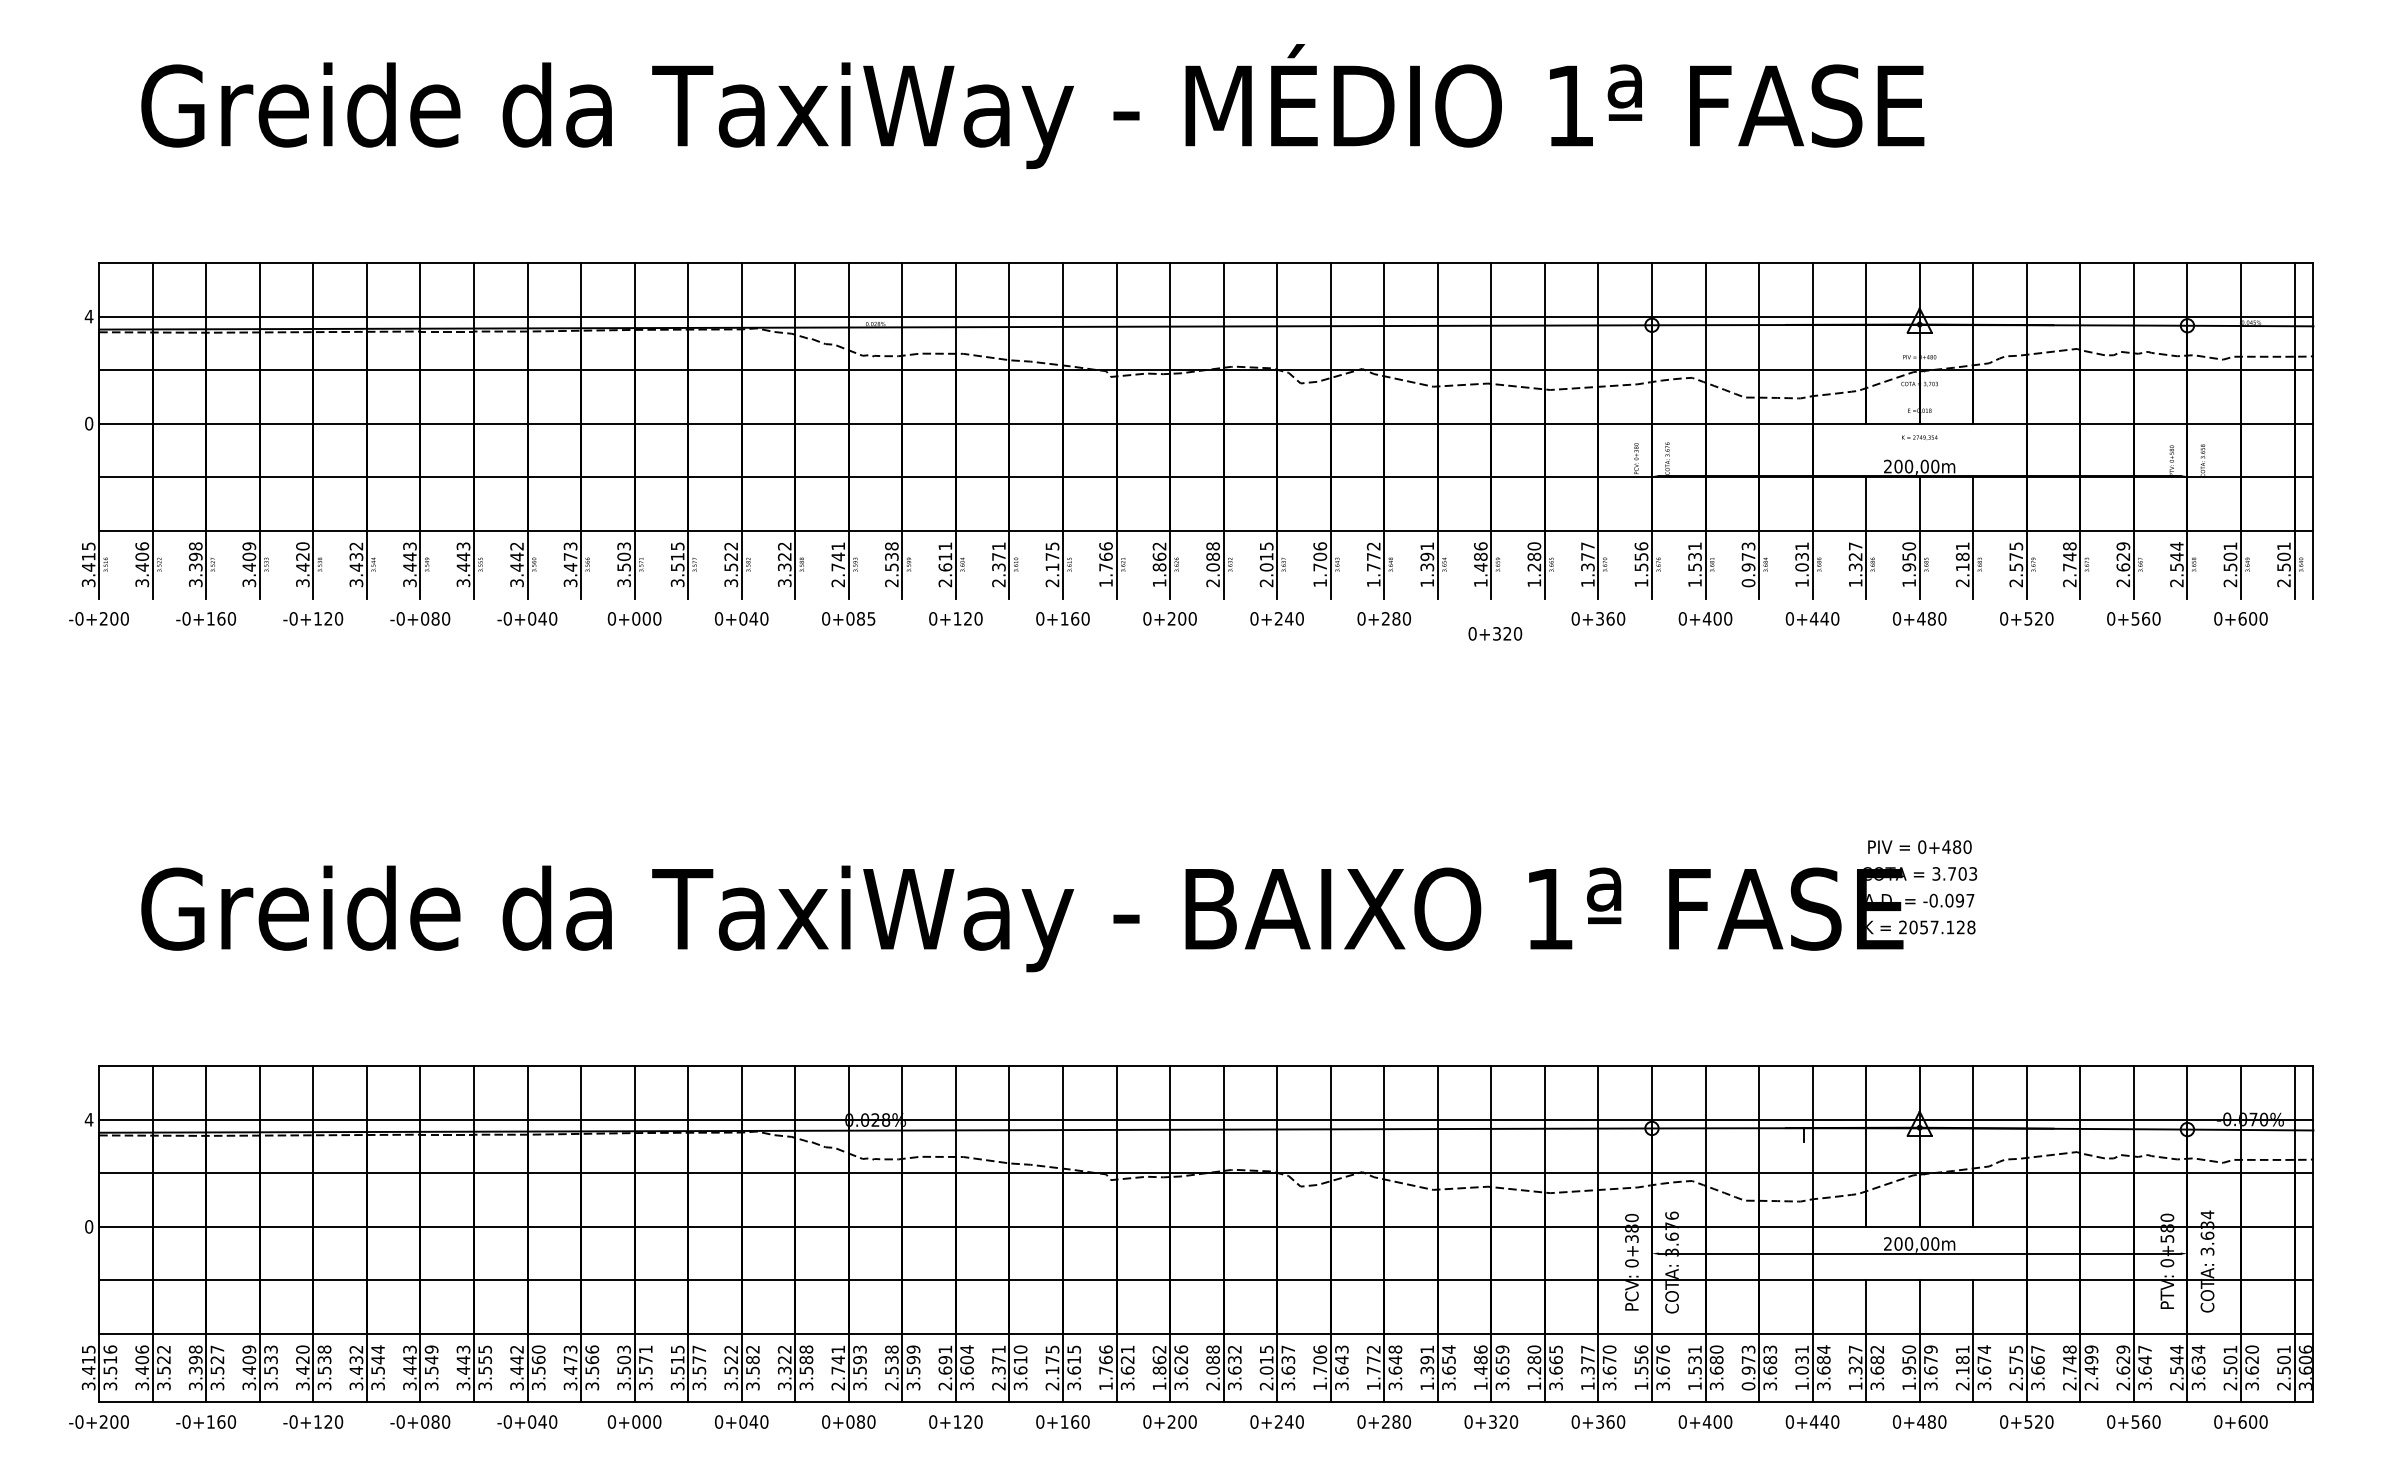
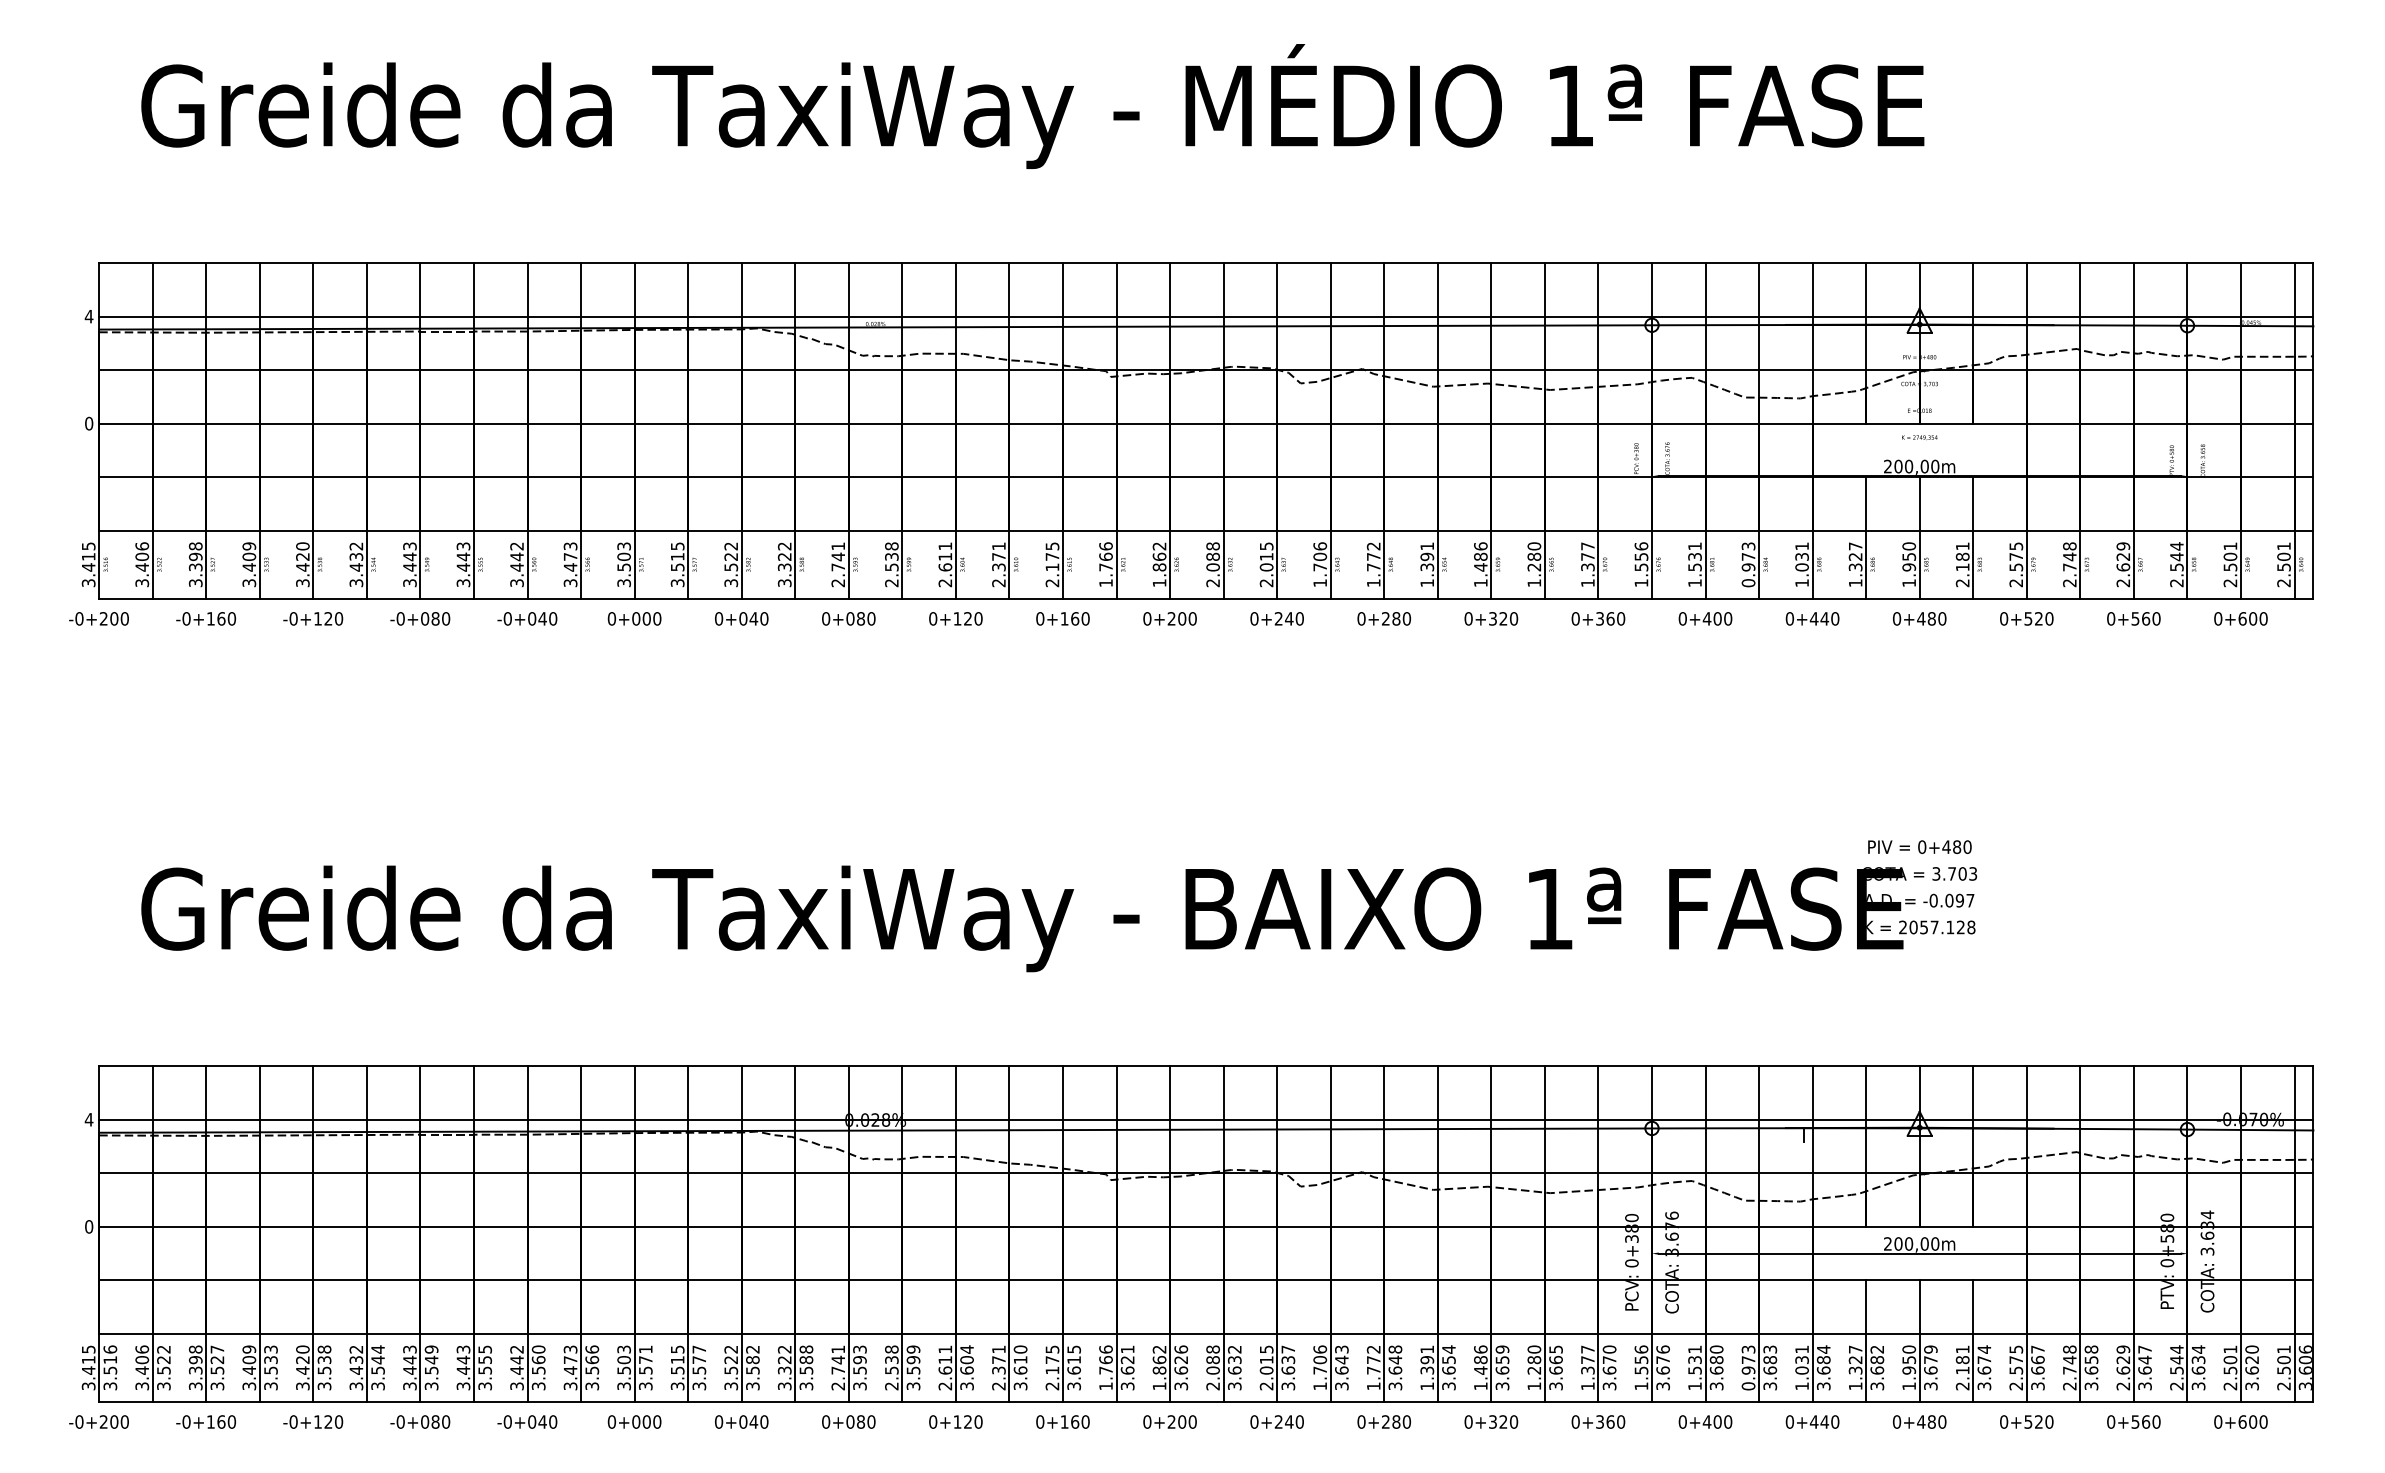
line at (1206, 598): none -> present
text at (871, 618): 0+085 -> 0+080
text at (1495, 633) position: (1495, 633) -> (1491, 618)
text at (945, 1360): 2.691 -> 2.611
text at (2091, 1367): 2.499 -> 3.658
